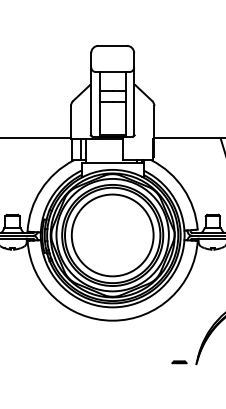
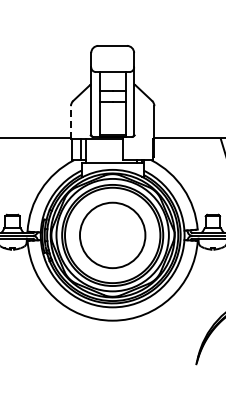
line at (70, 122): solid -> dashed
circle at (112, 235) diameter: 82 px -> 65 px
part at (179, 362): present -> none
